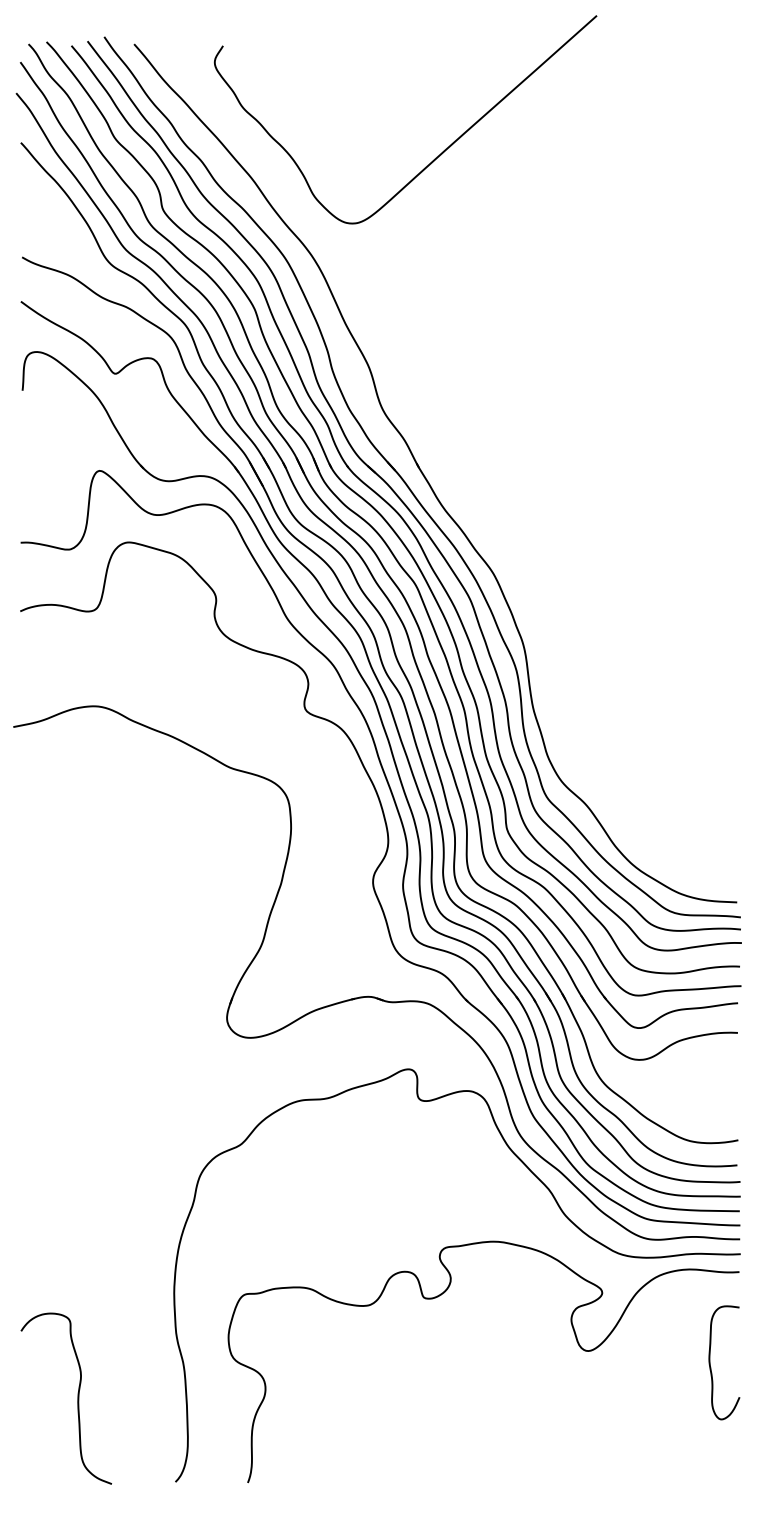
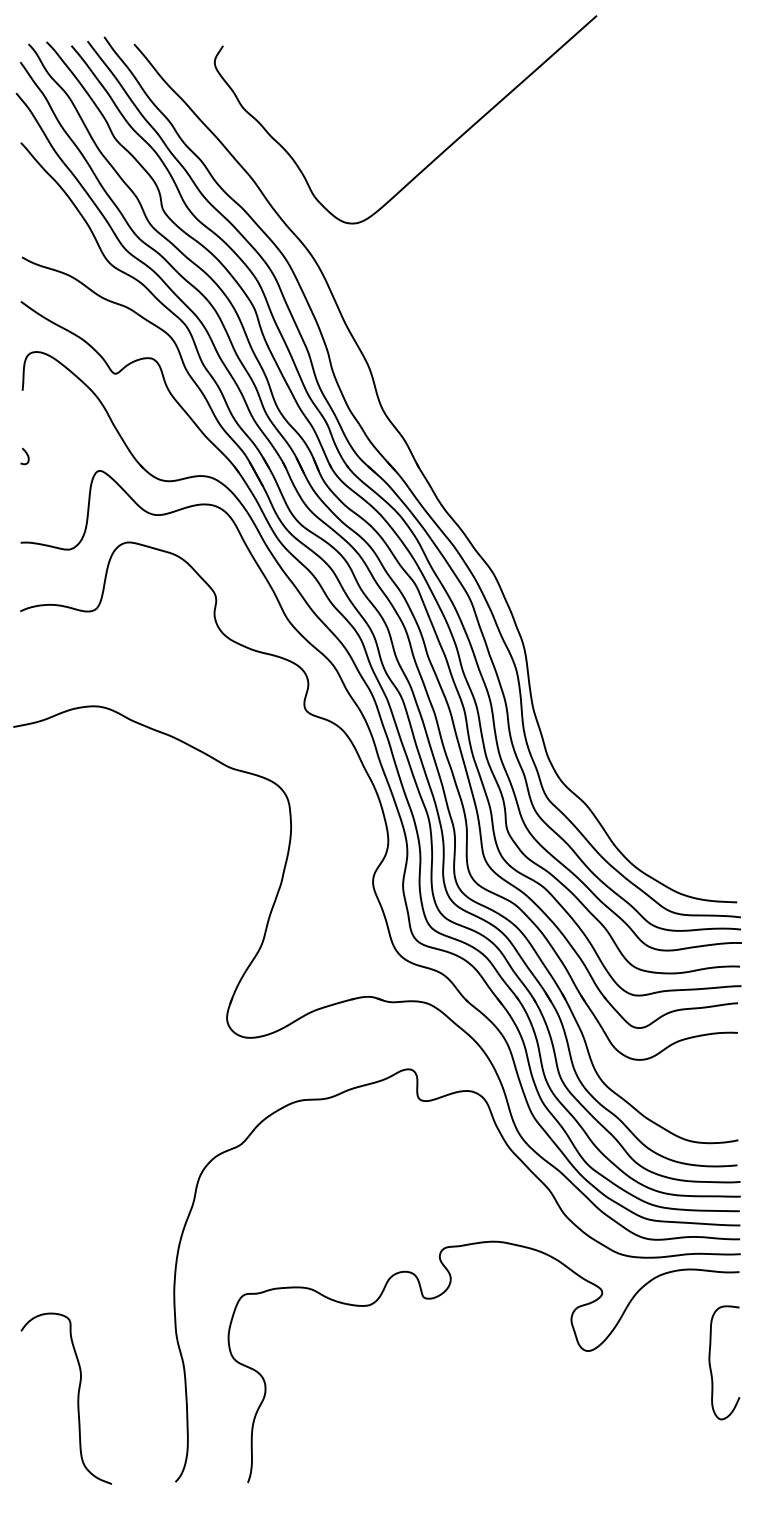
curve at (26, 455): none -> present
